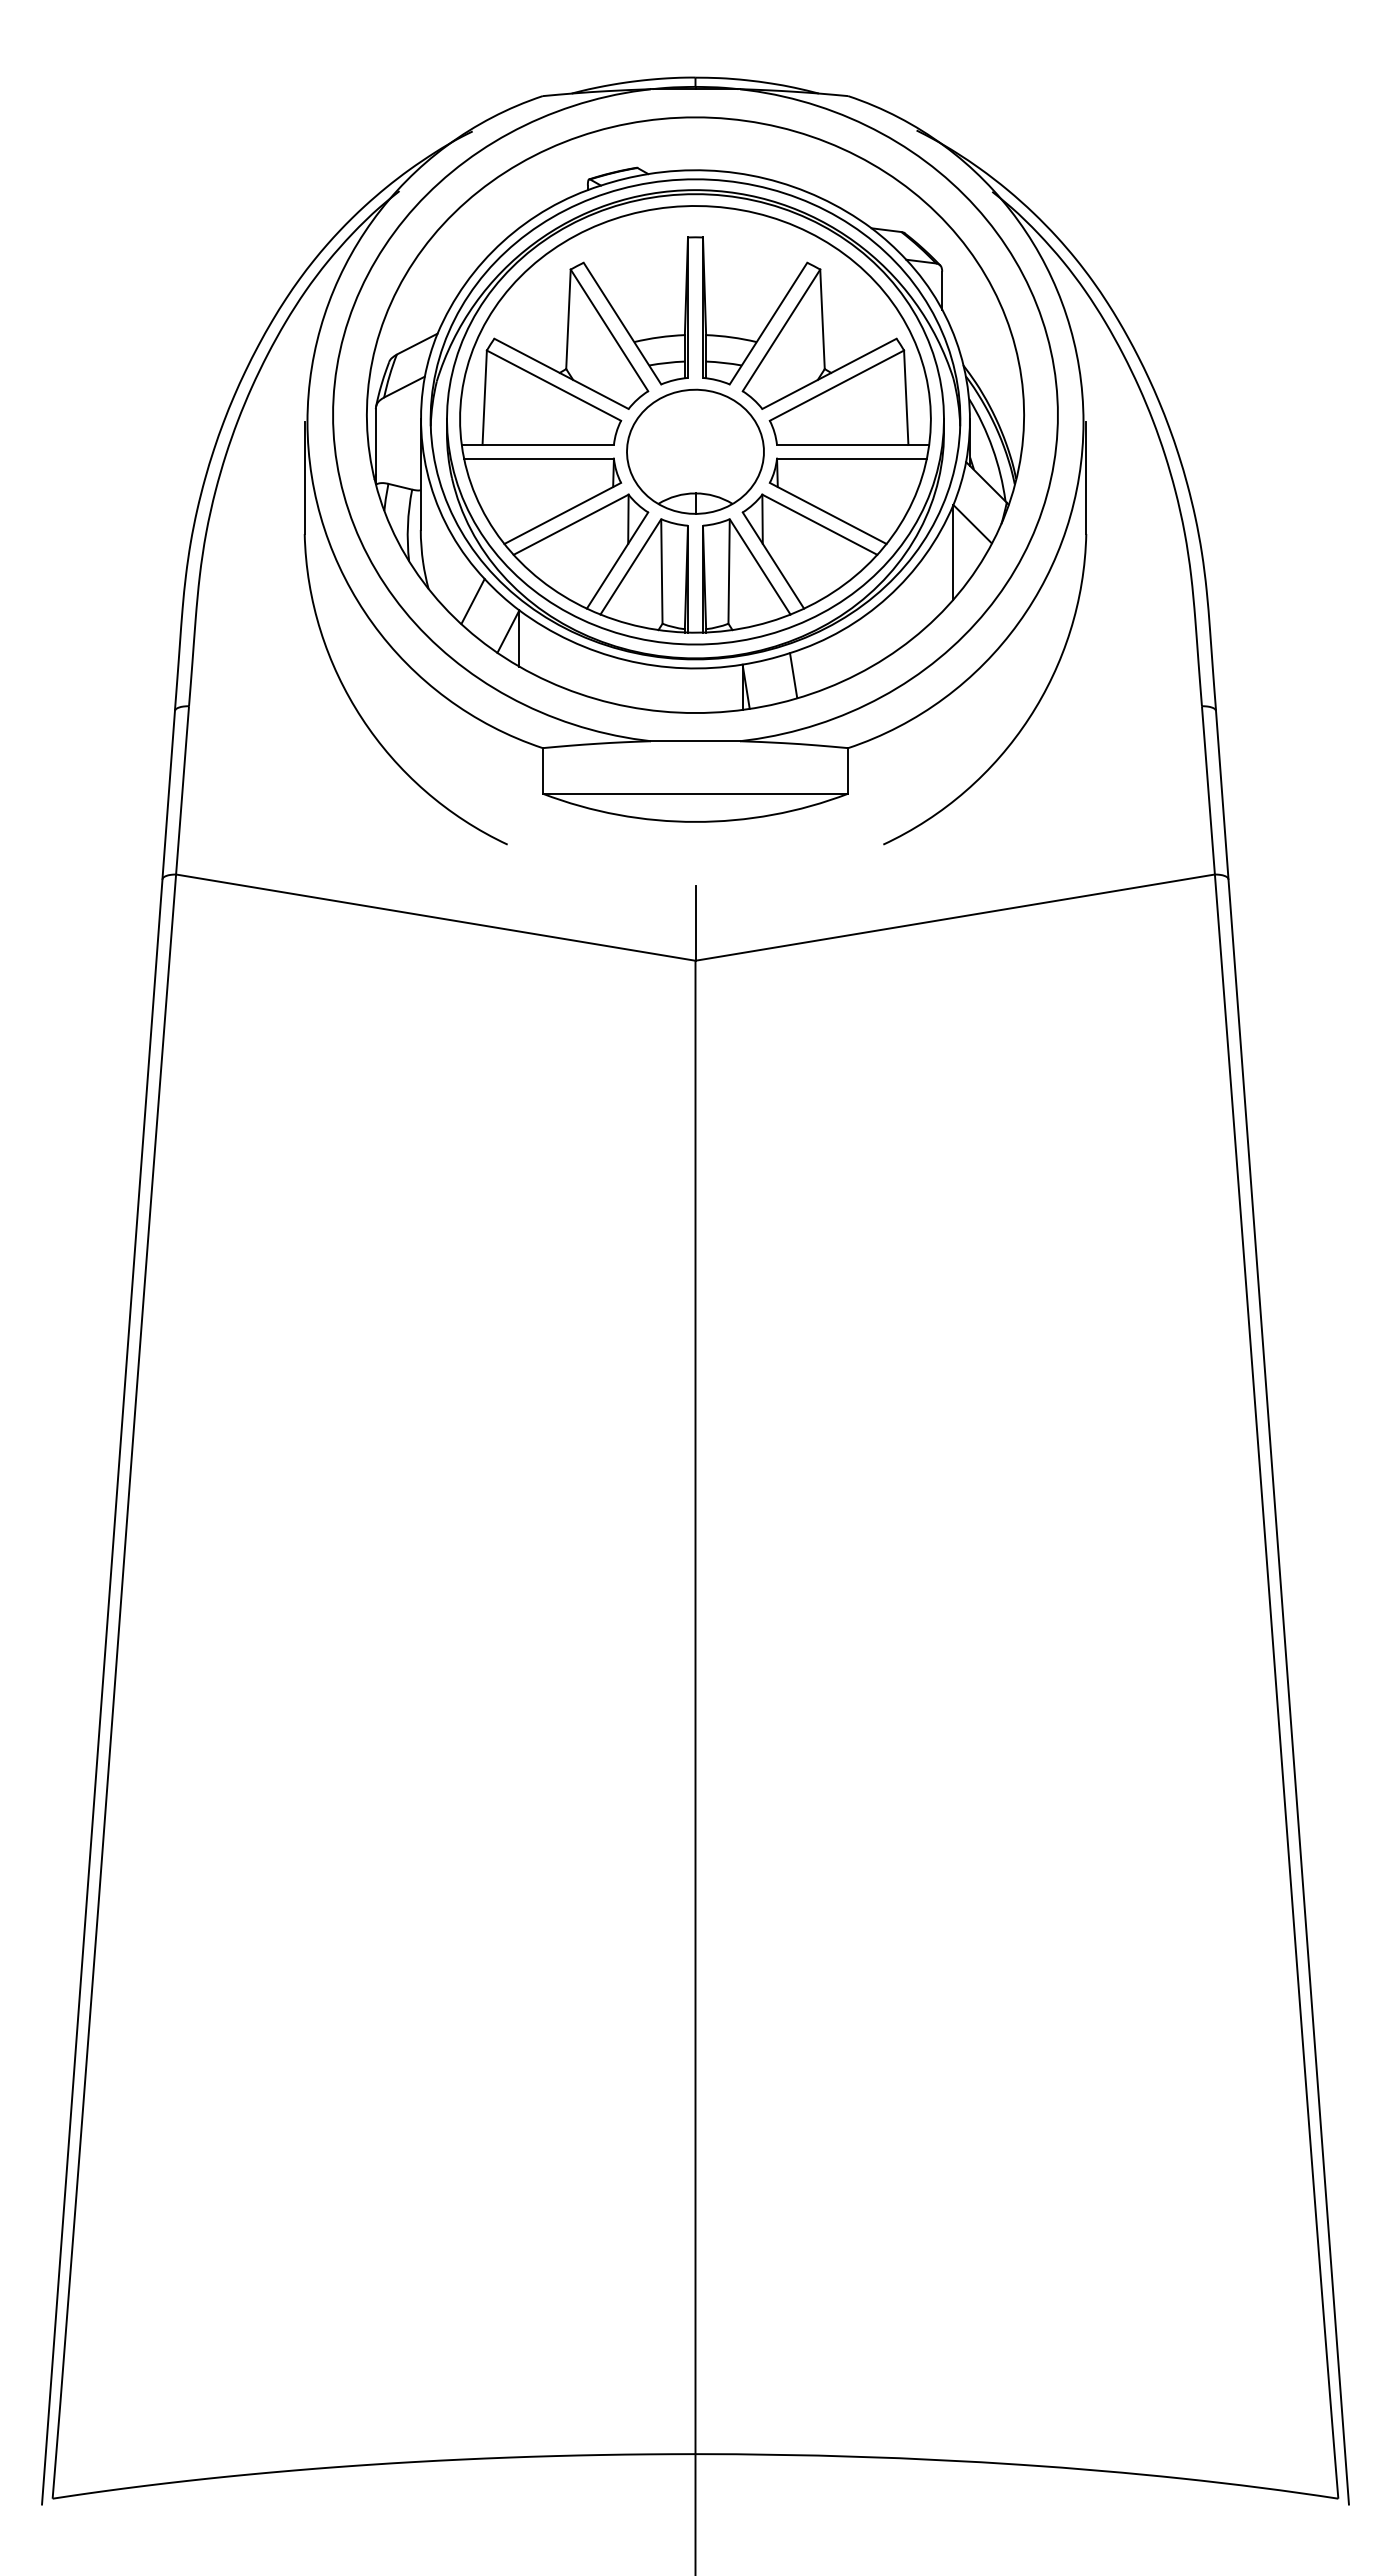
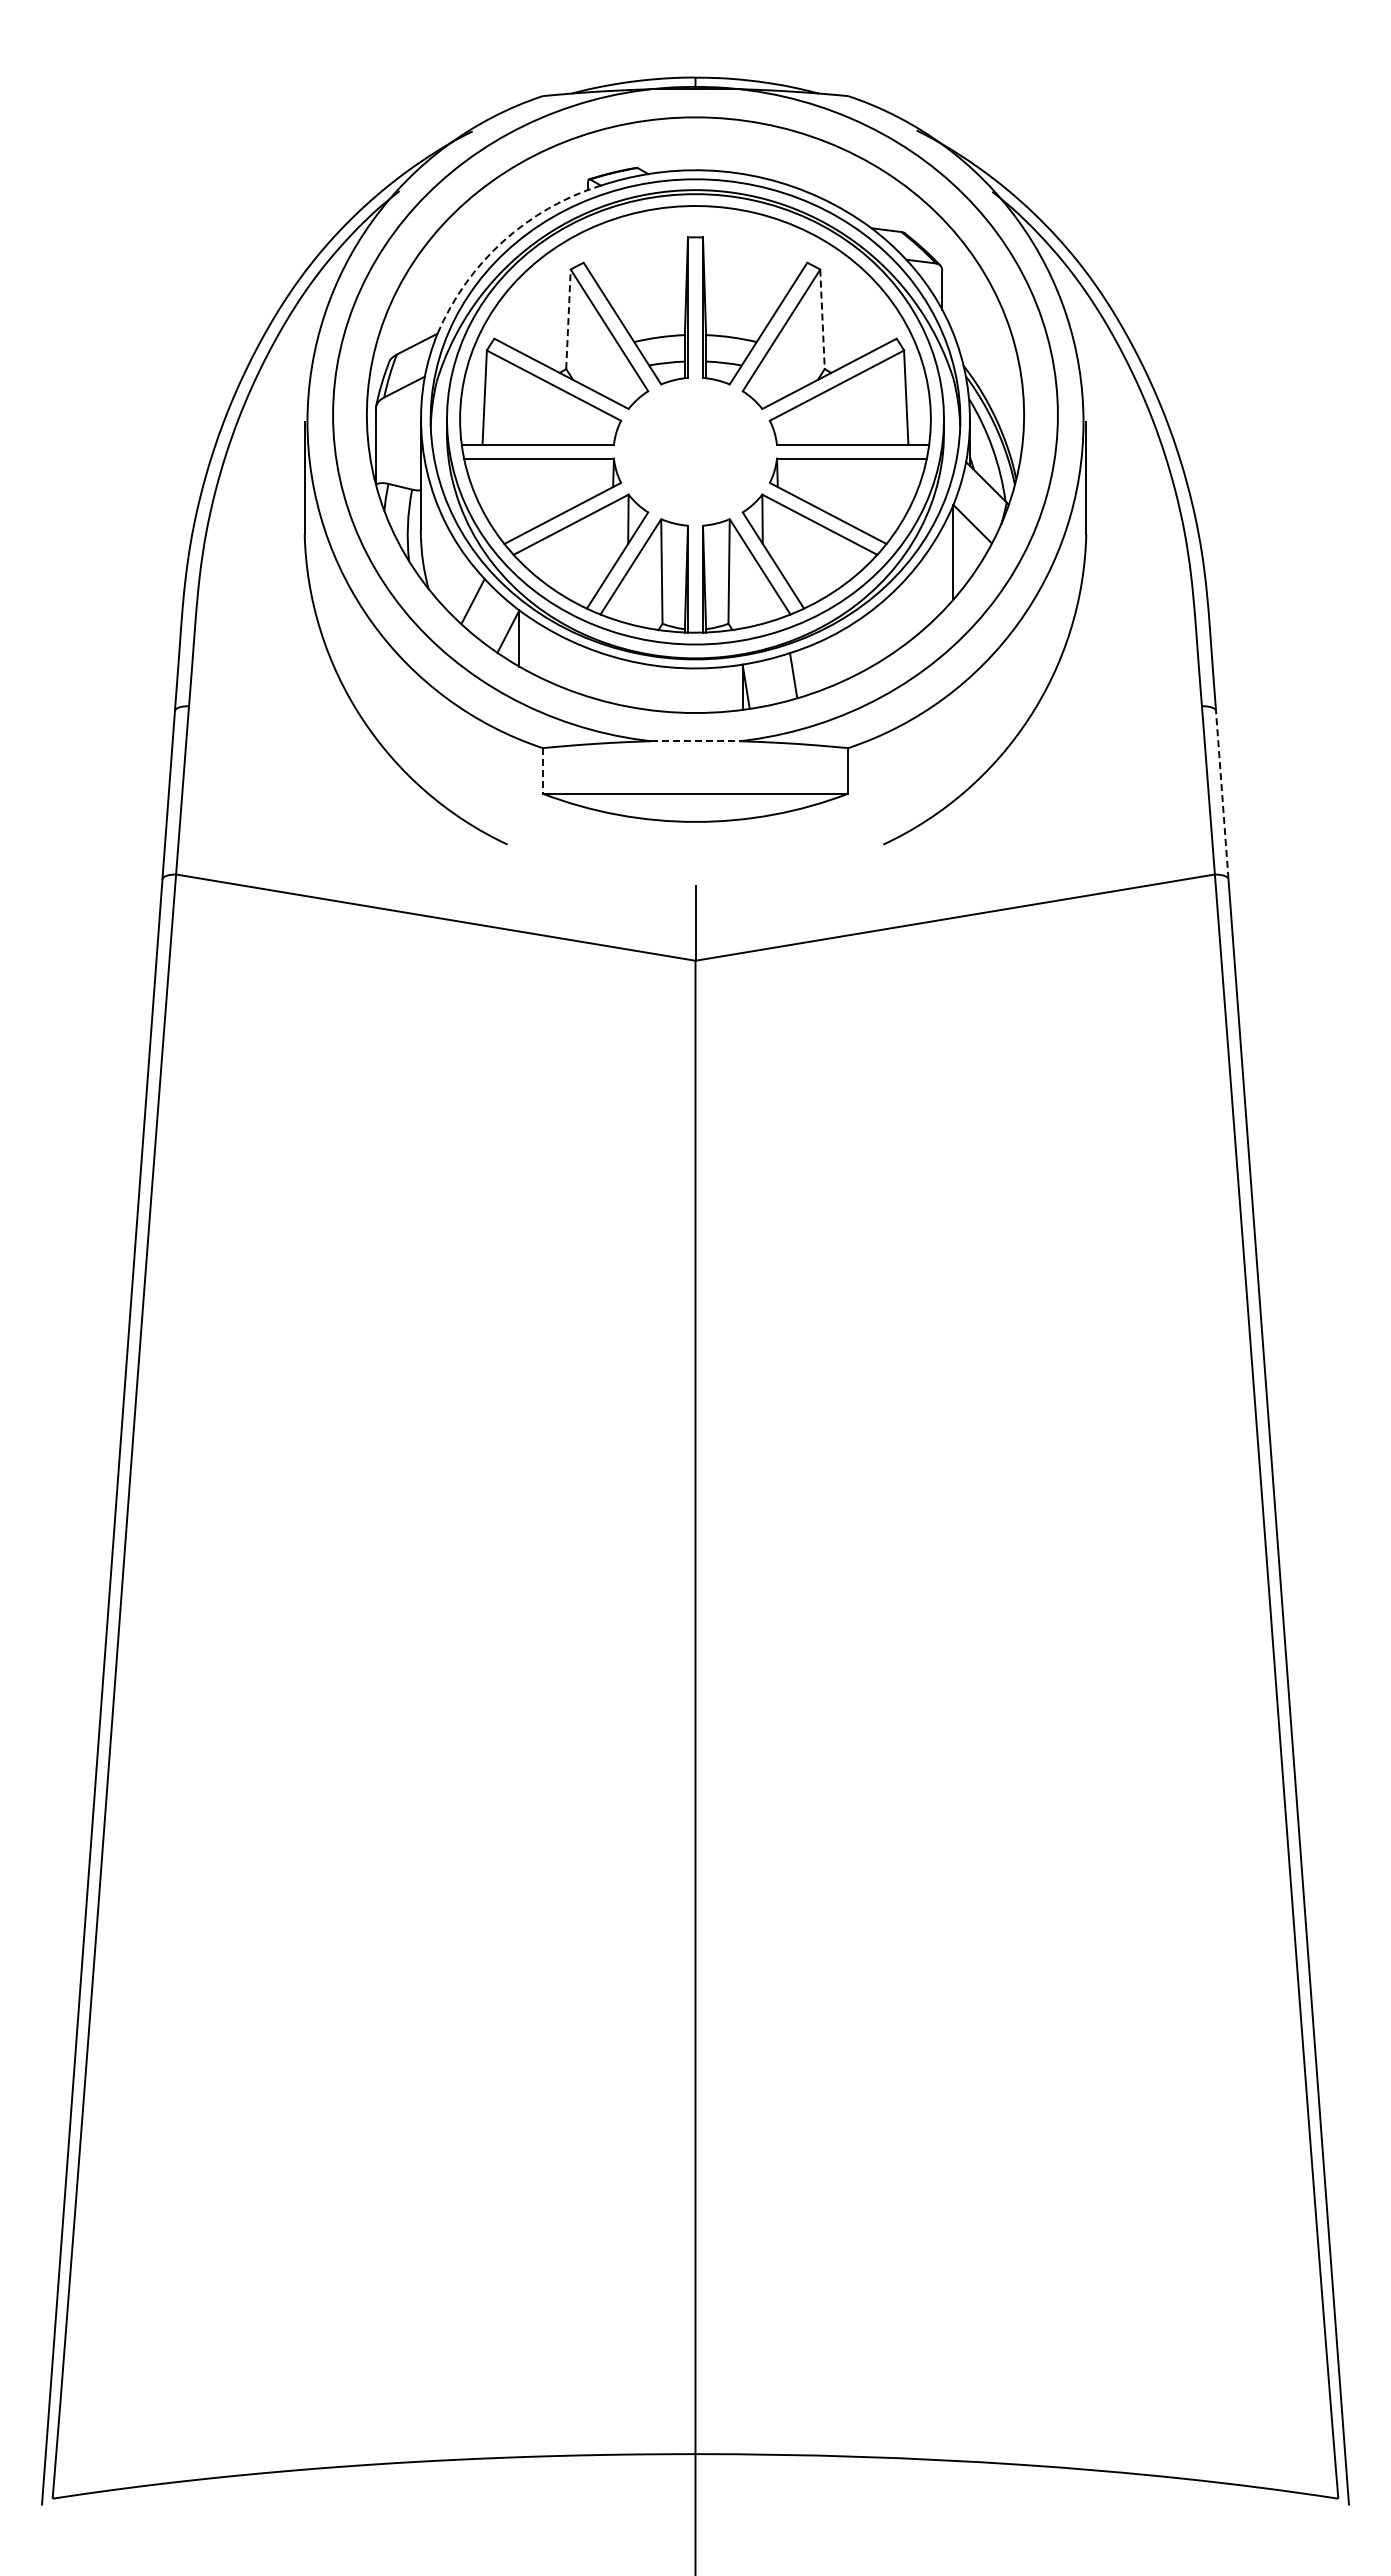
arc at (502, 241): solid -> dashed
line at (568, 319): solid -> dashed
line at (822, 319): solid -> dashed
part at (695, 451): present -> none
line at (695, 741): solid -> dashed
line at (542, 770): solid -> dashed
line at (1222, 794): solid -> dashed
